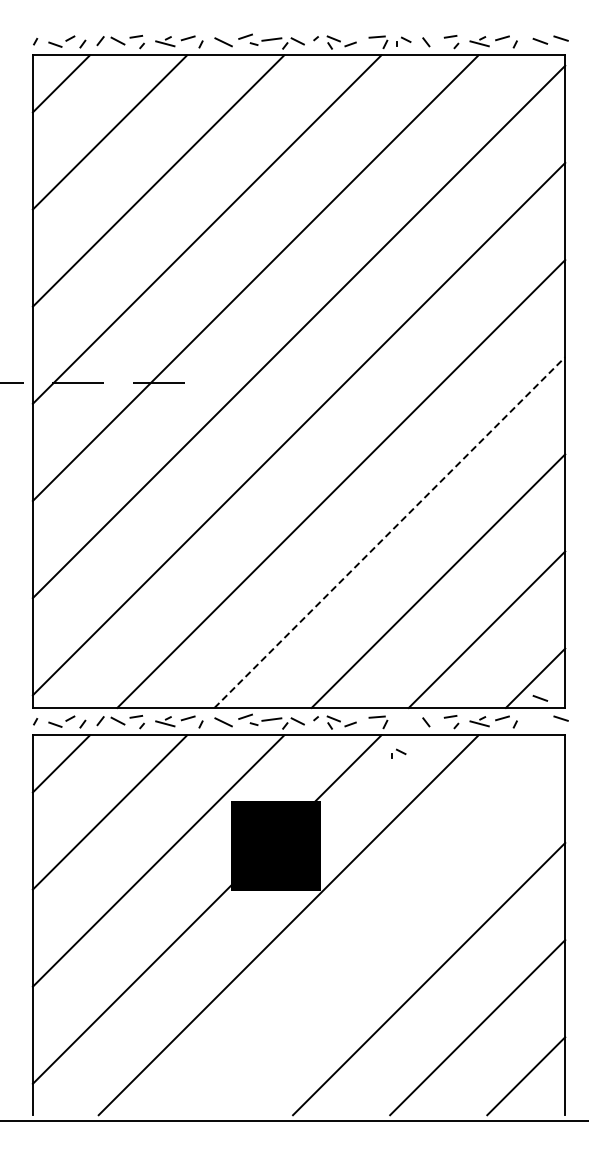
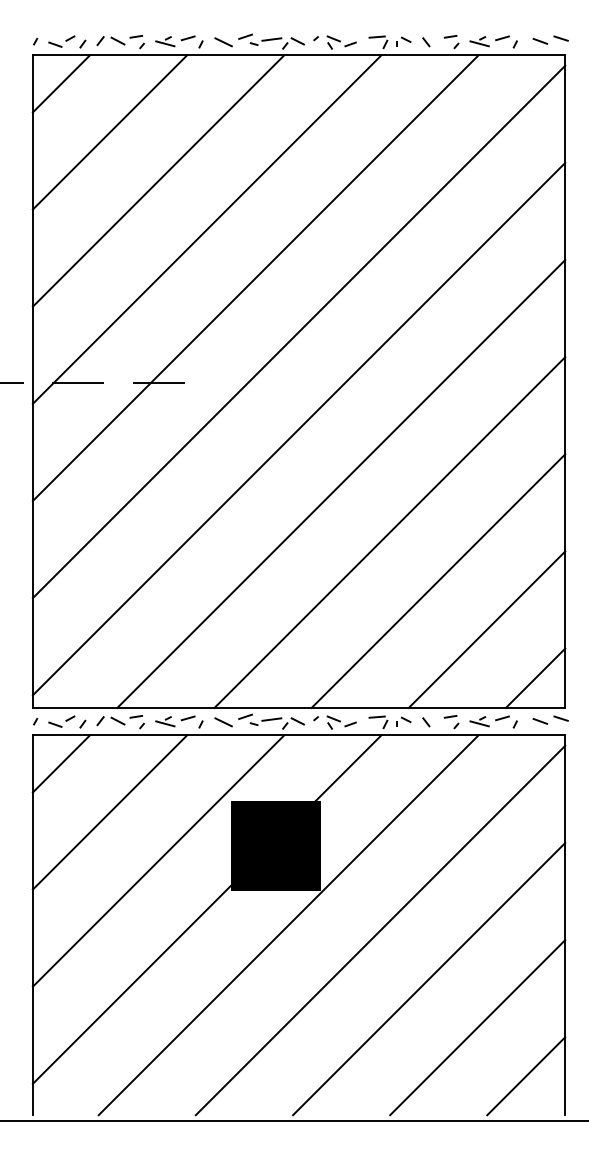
line at (390, 532): dashed -> solid
line at (540, 698) position: (540, 698) -> (540, 721)
part at (398, 753) position: (398, 753) -> (403, 721)
line at (380, 930): none -> present
